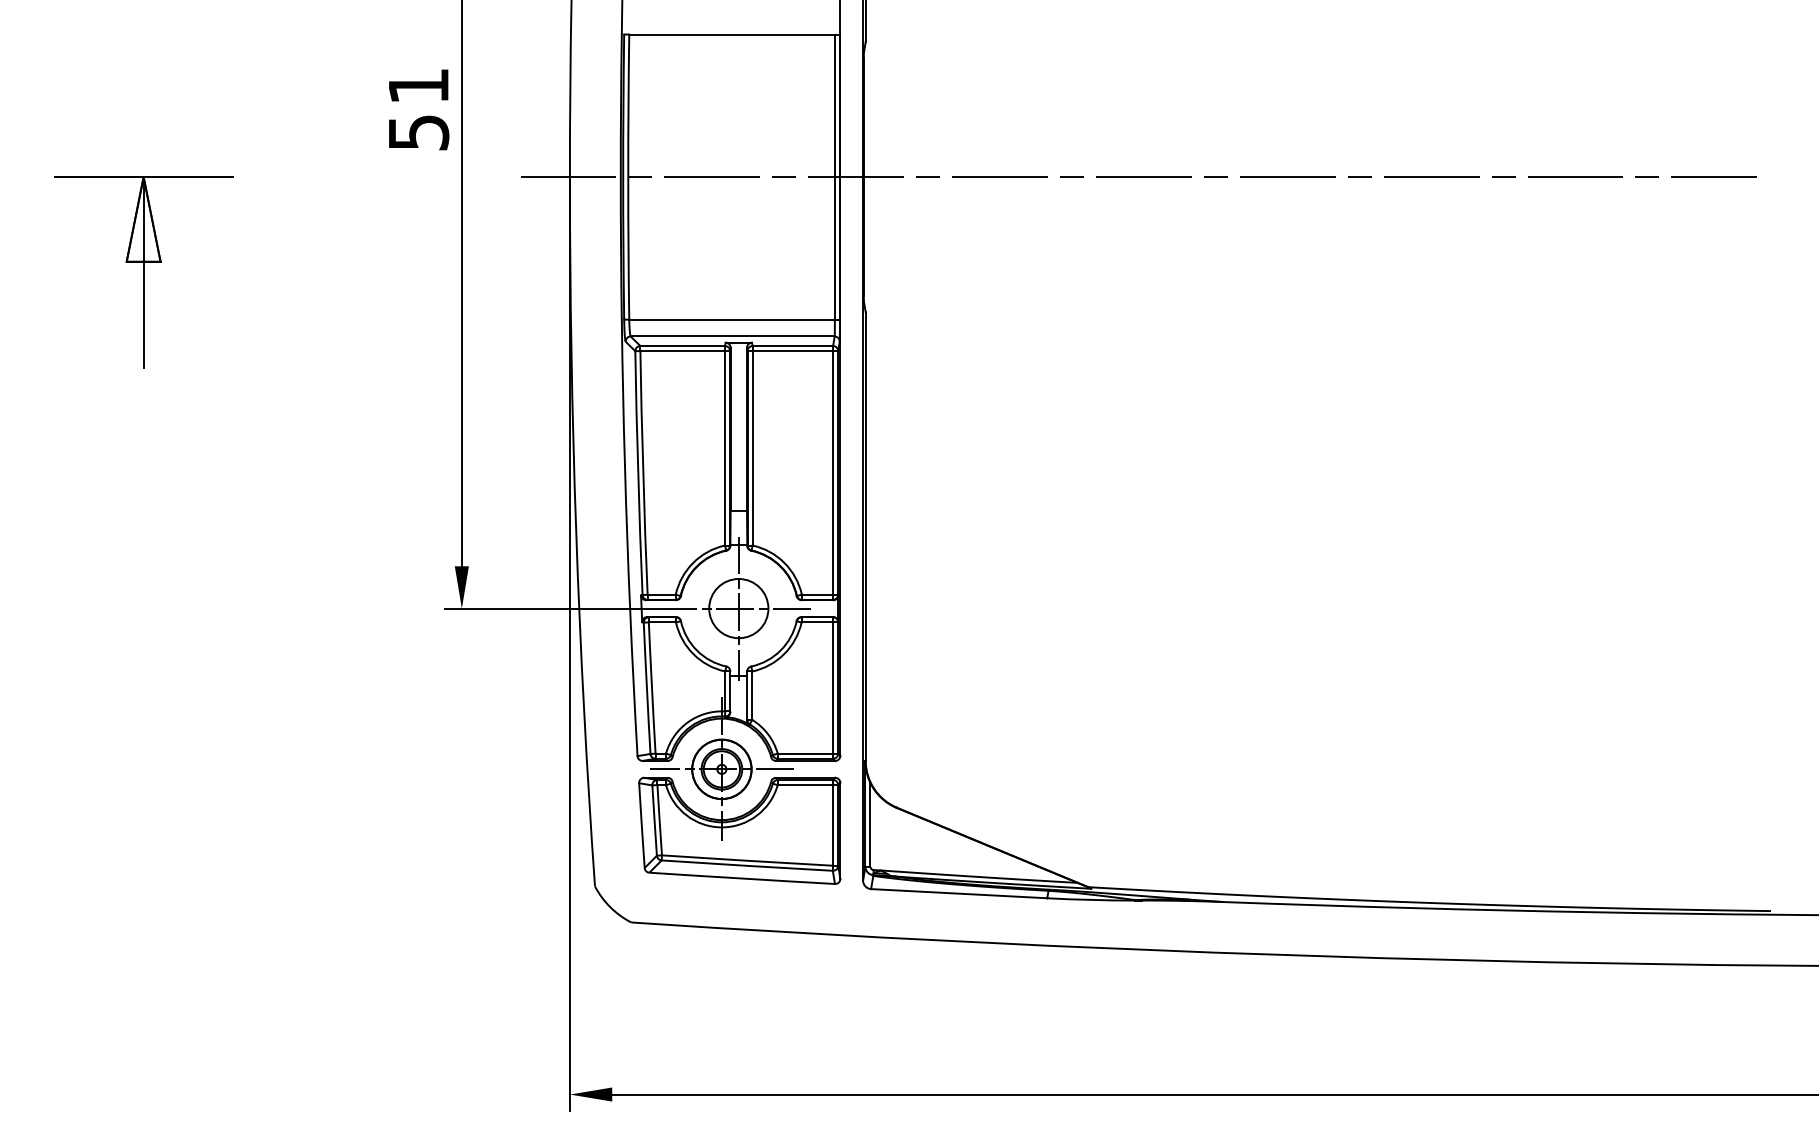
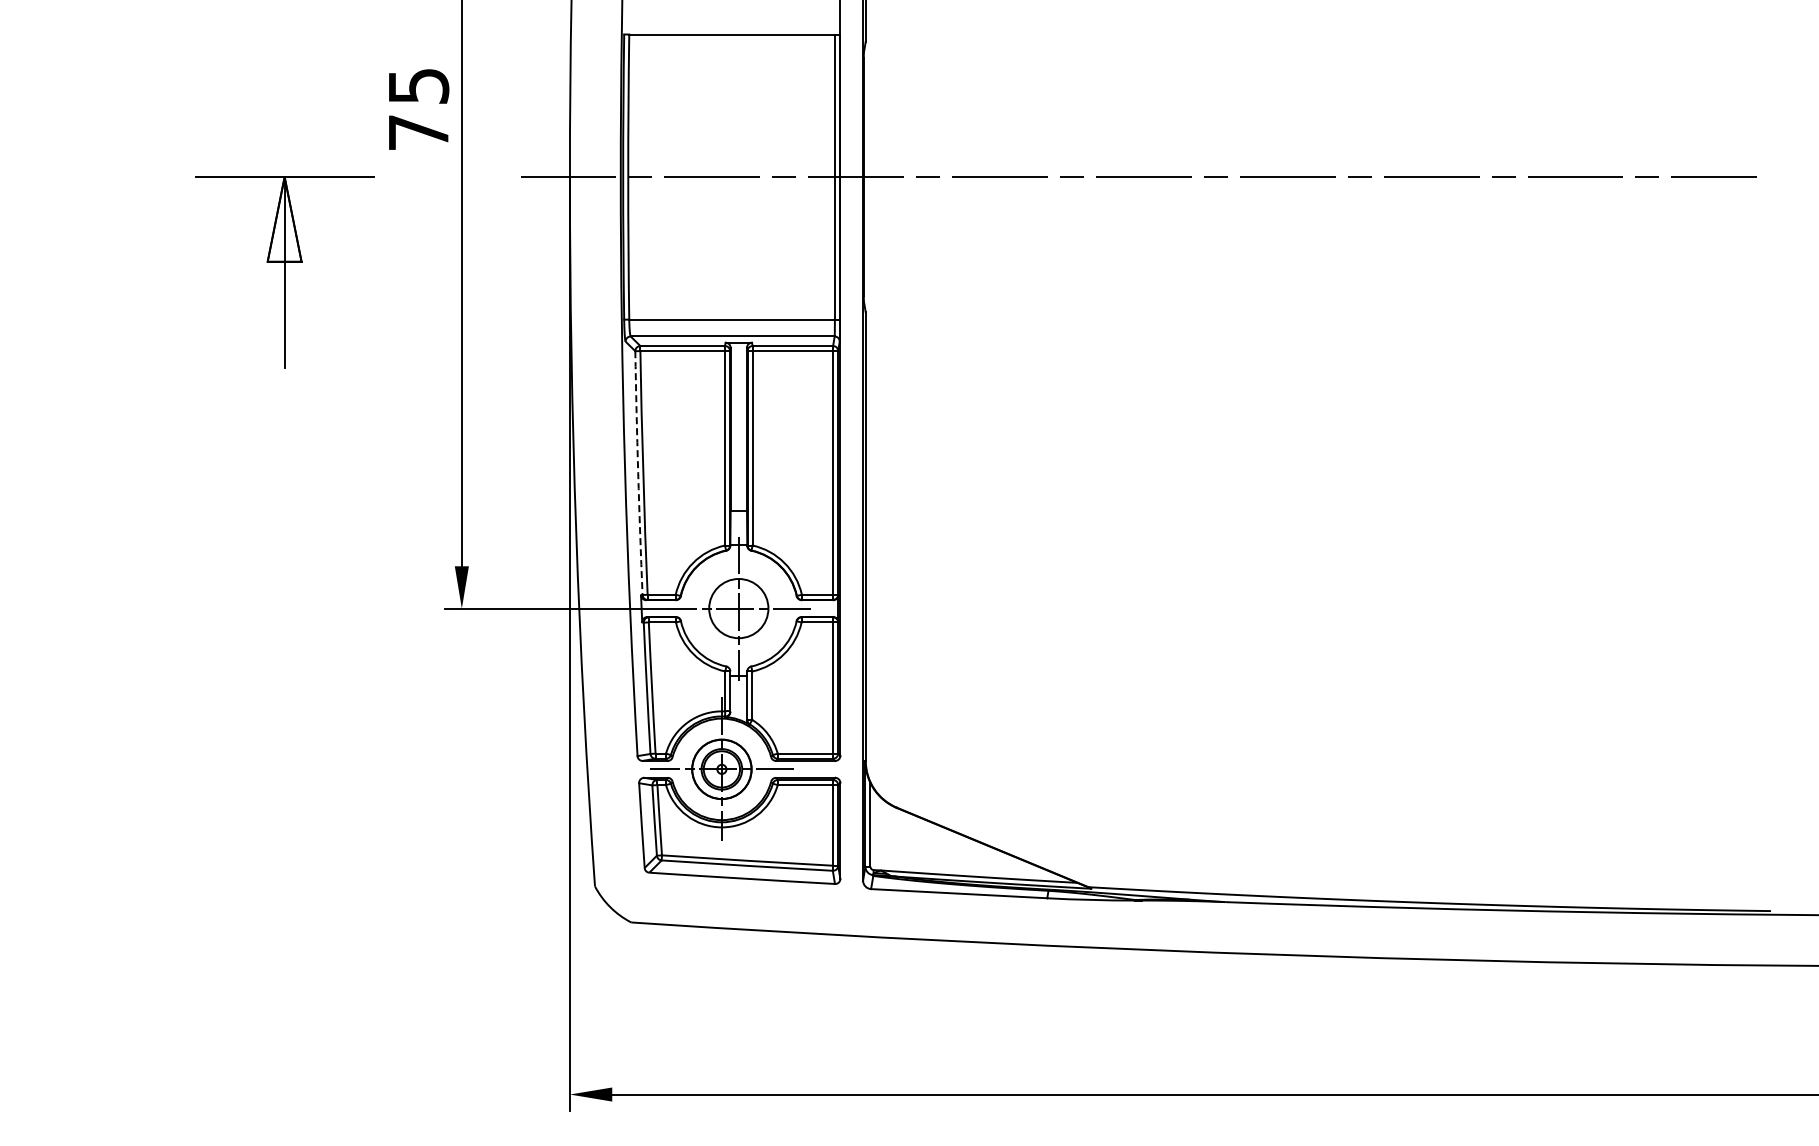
text at (419, 109): 51 -> 75
part at (143, 272) position: (143, 272) -> (284, 272)
arc at (638, 473): solid -> dashed
